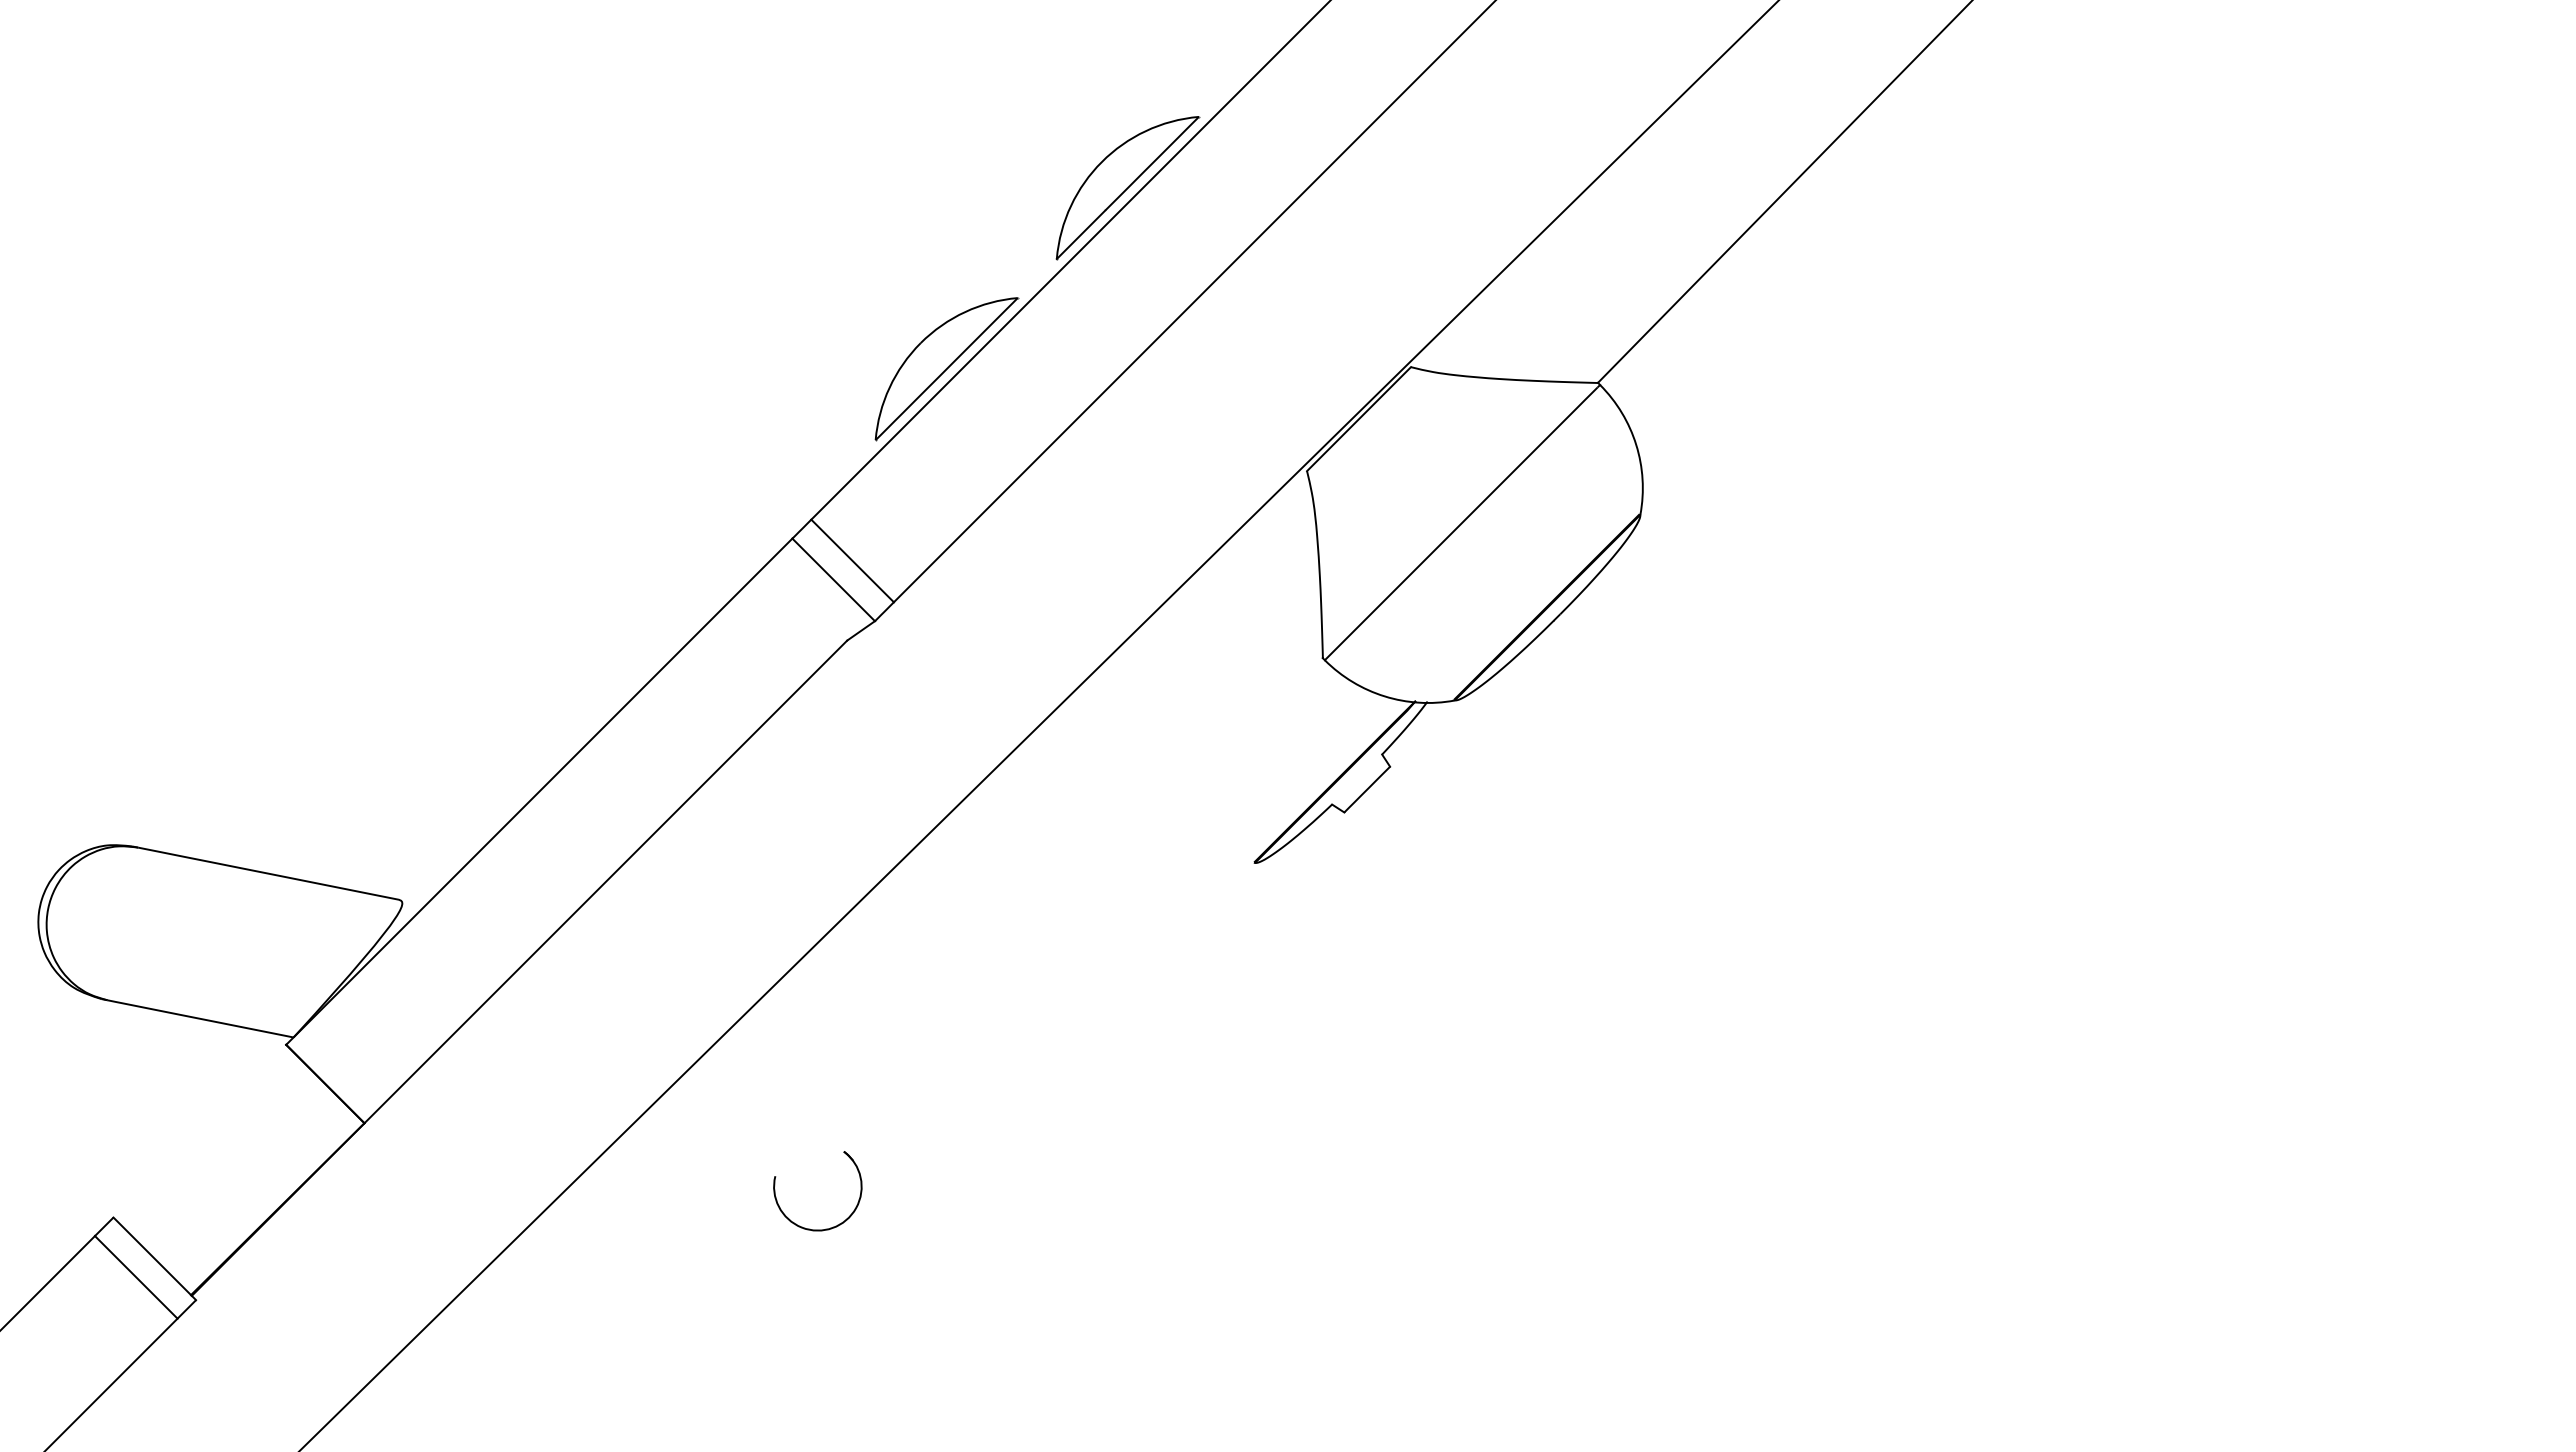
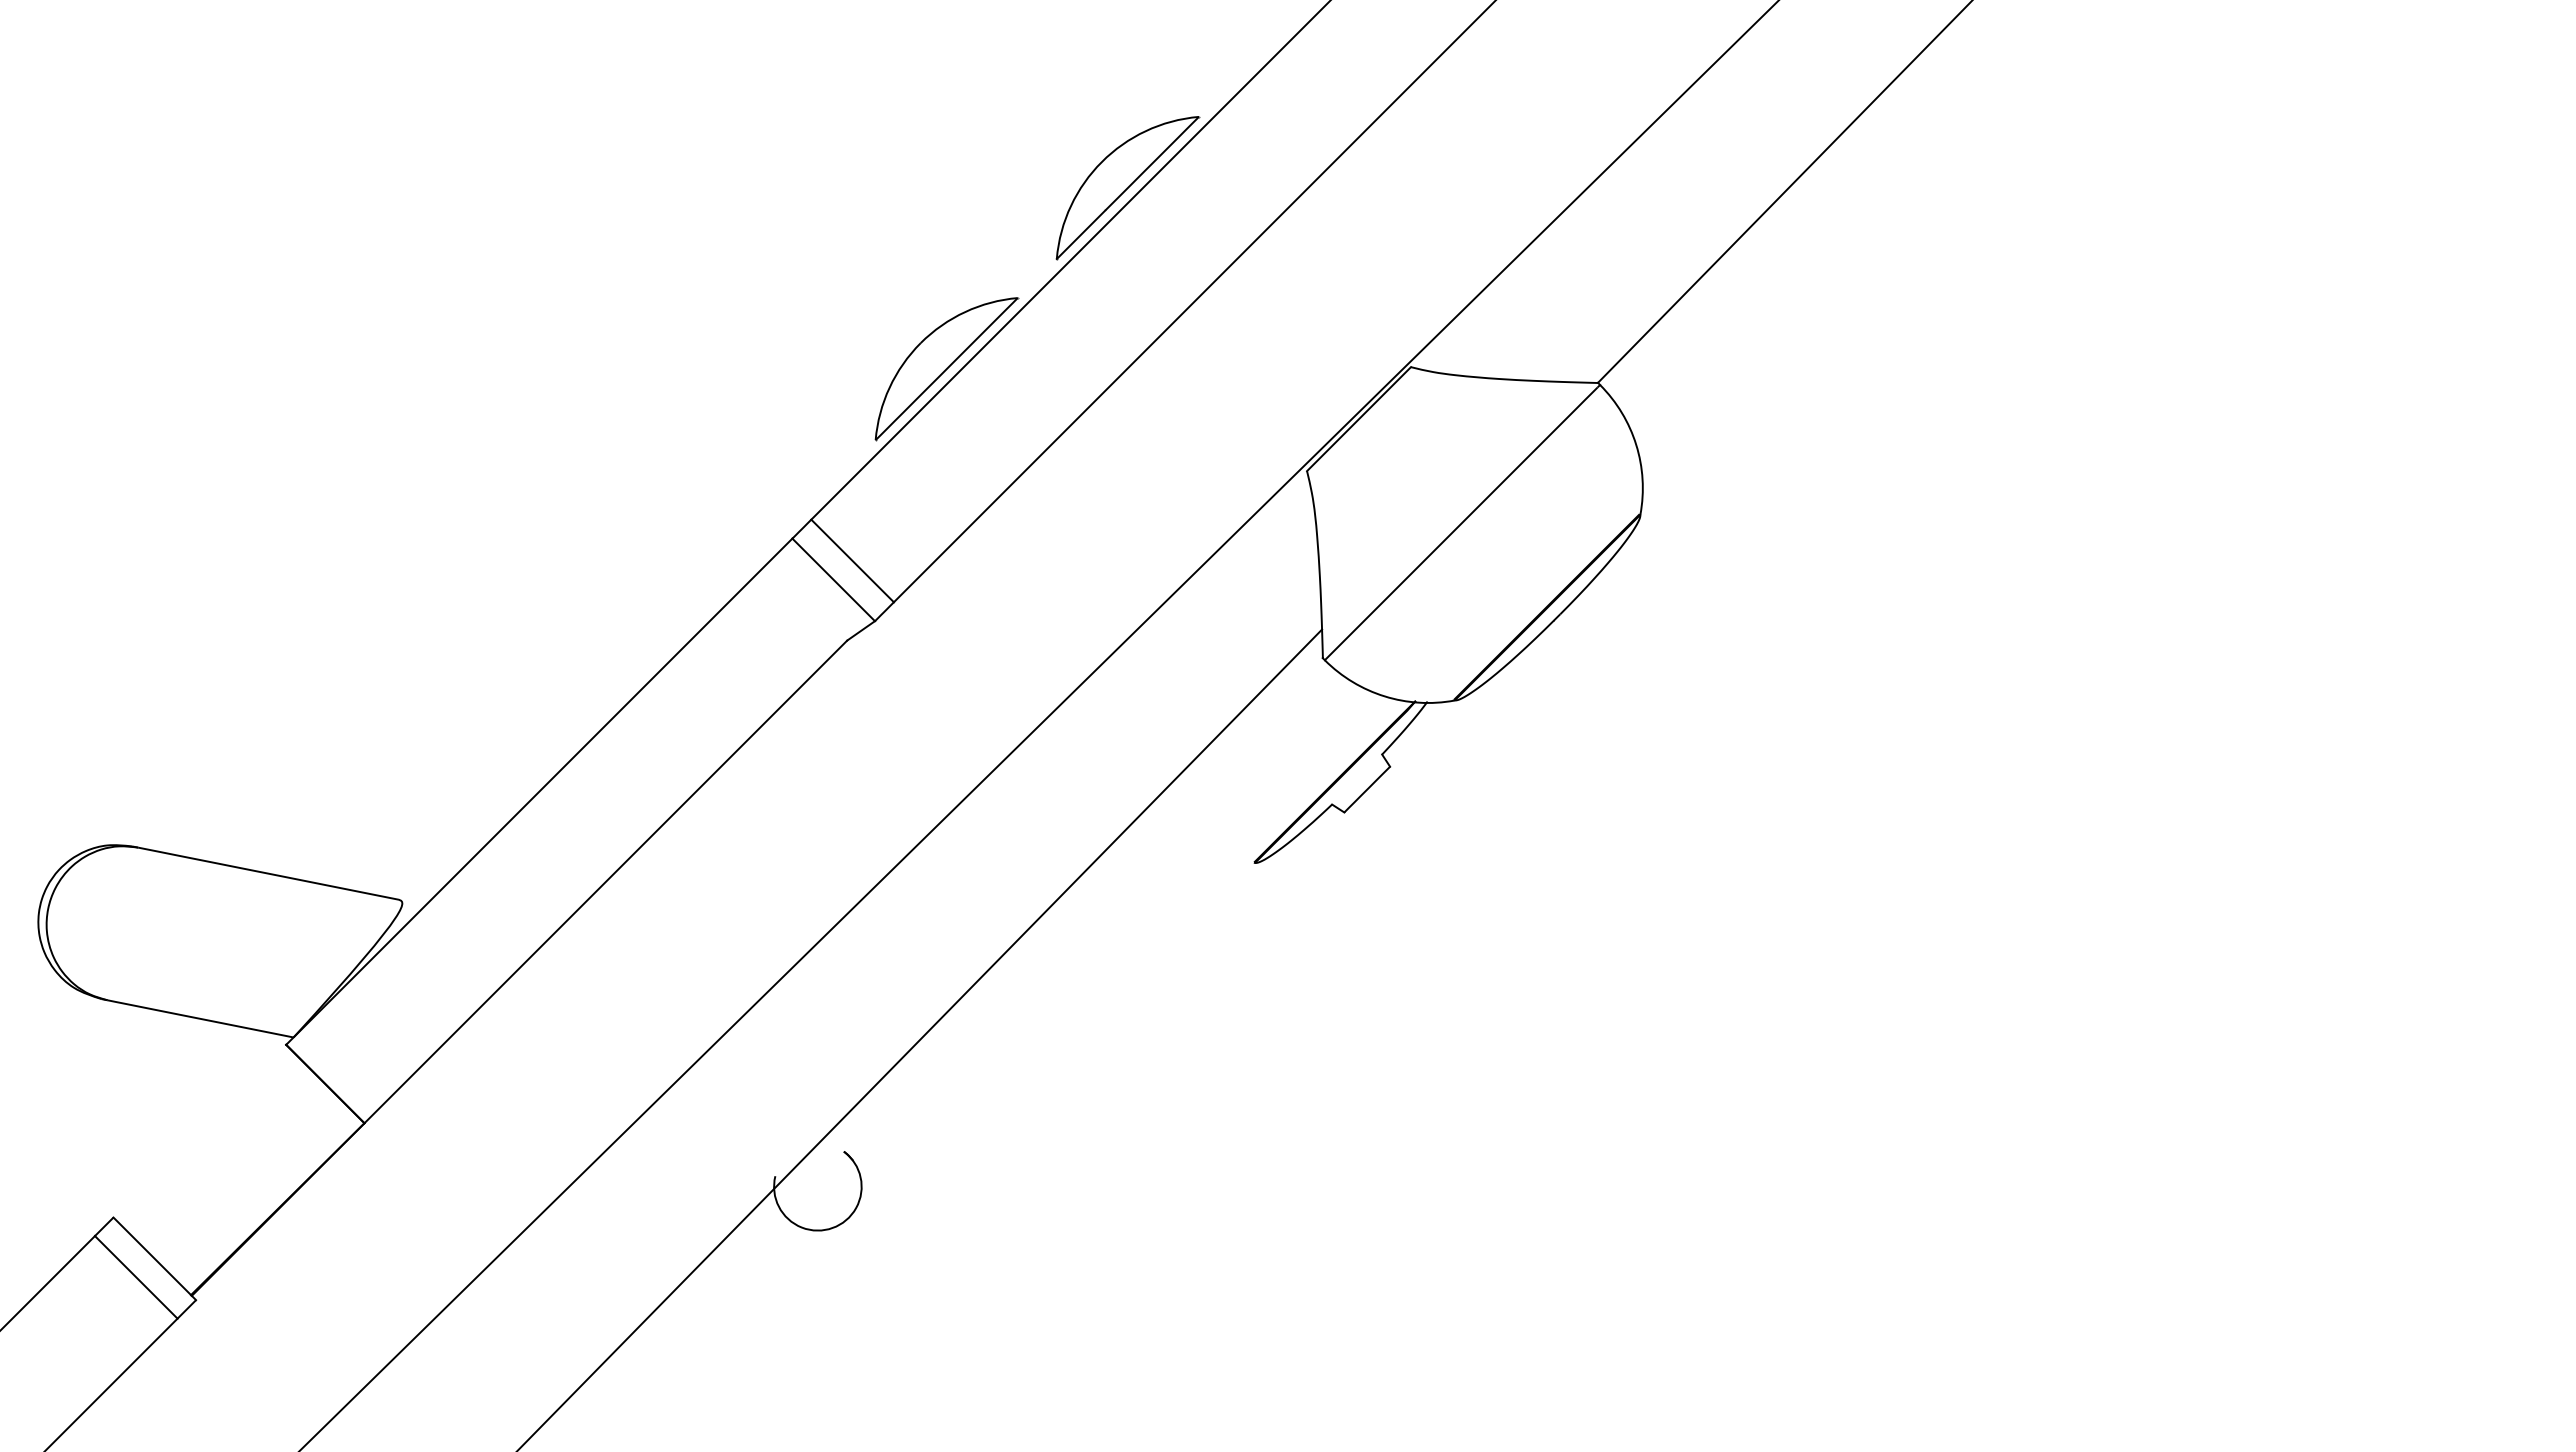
line at (921, 1038): none -> present
